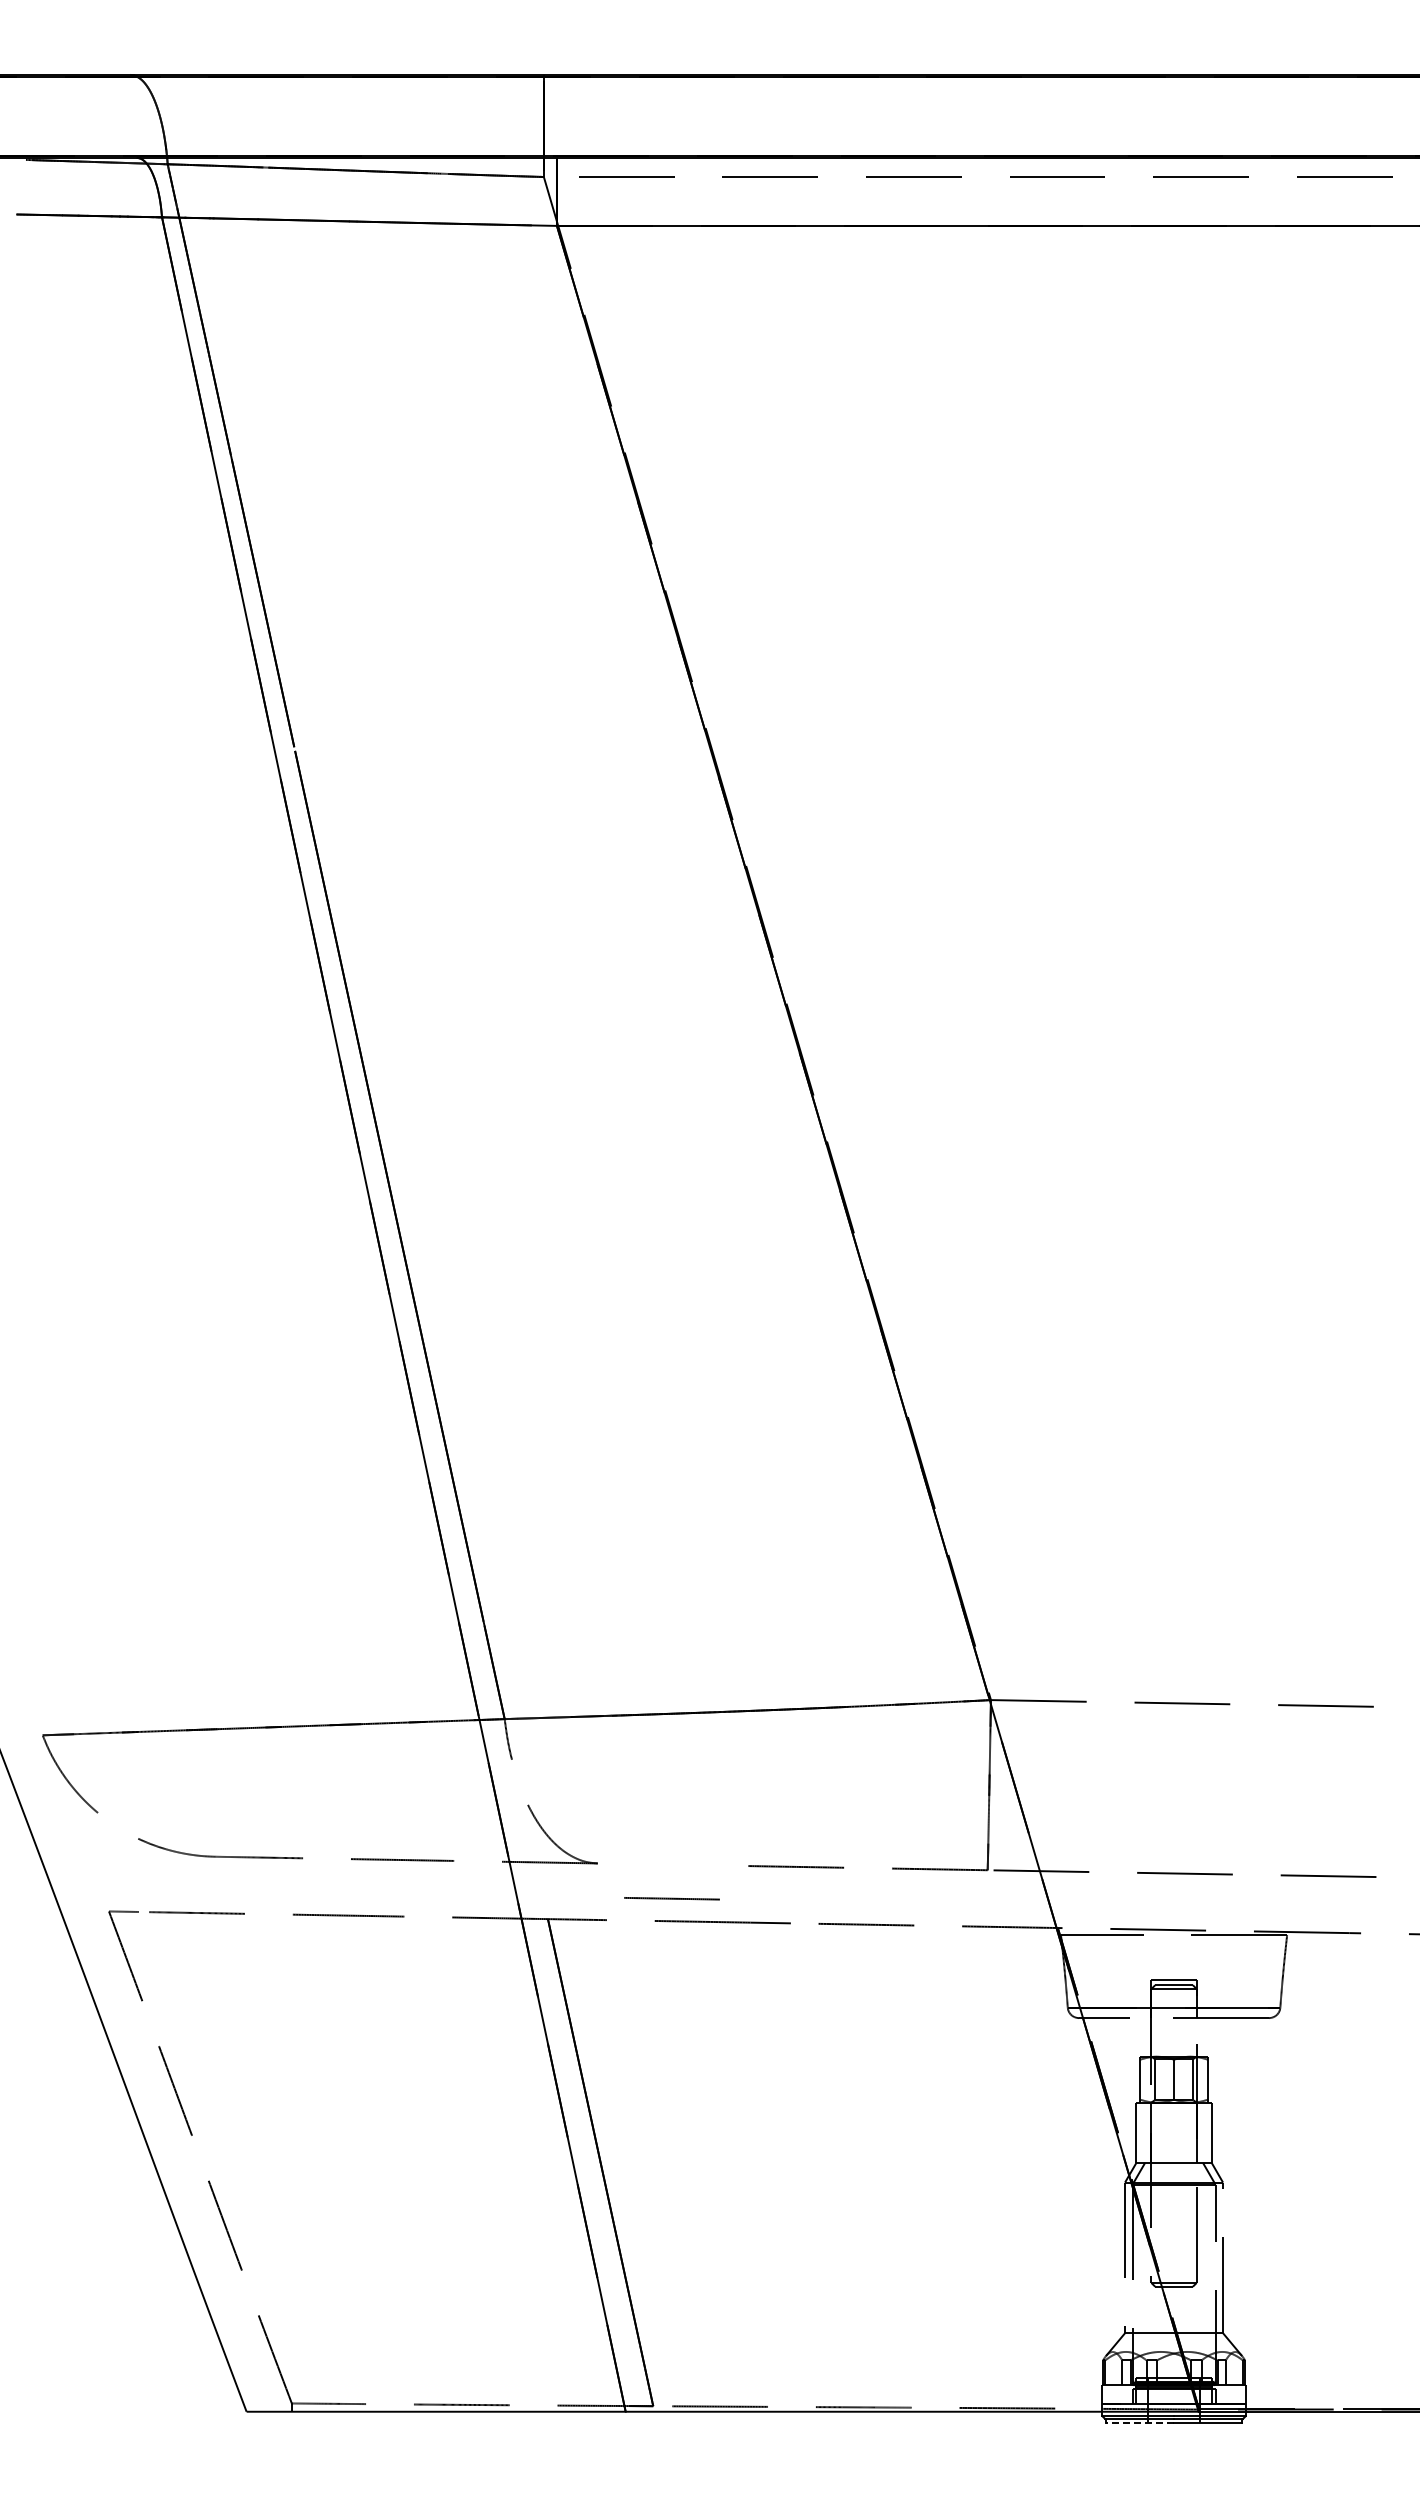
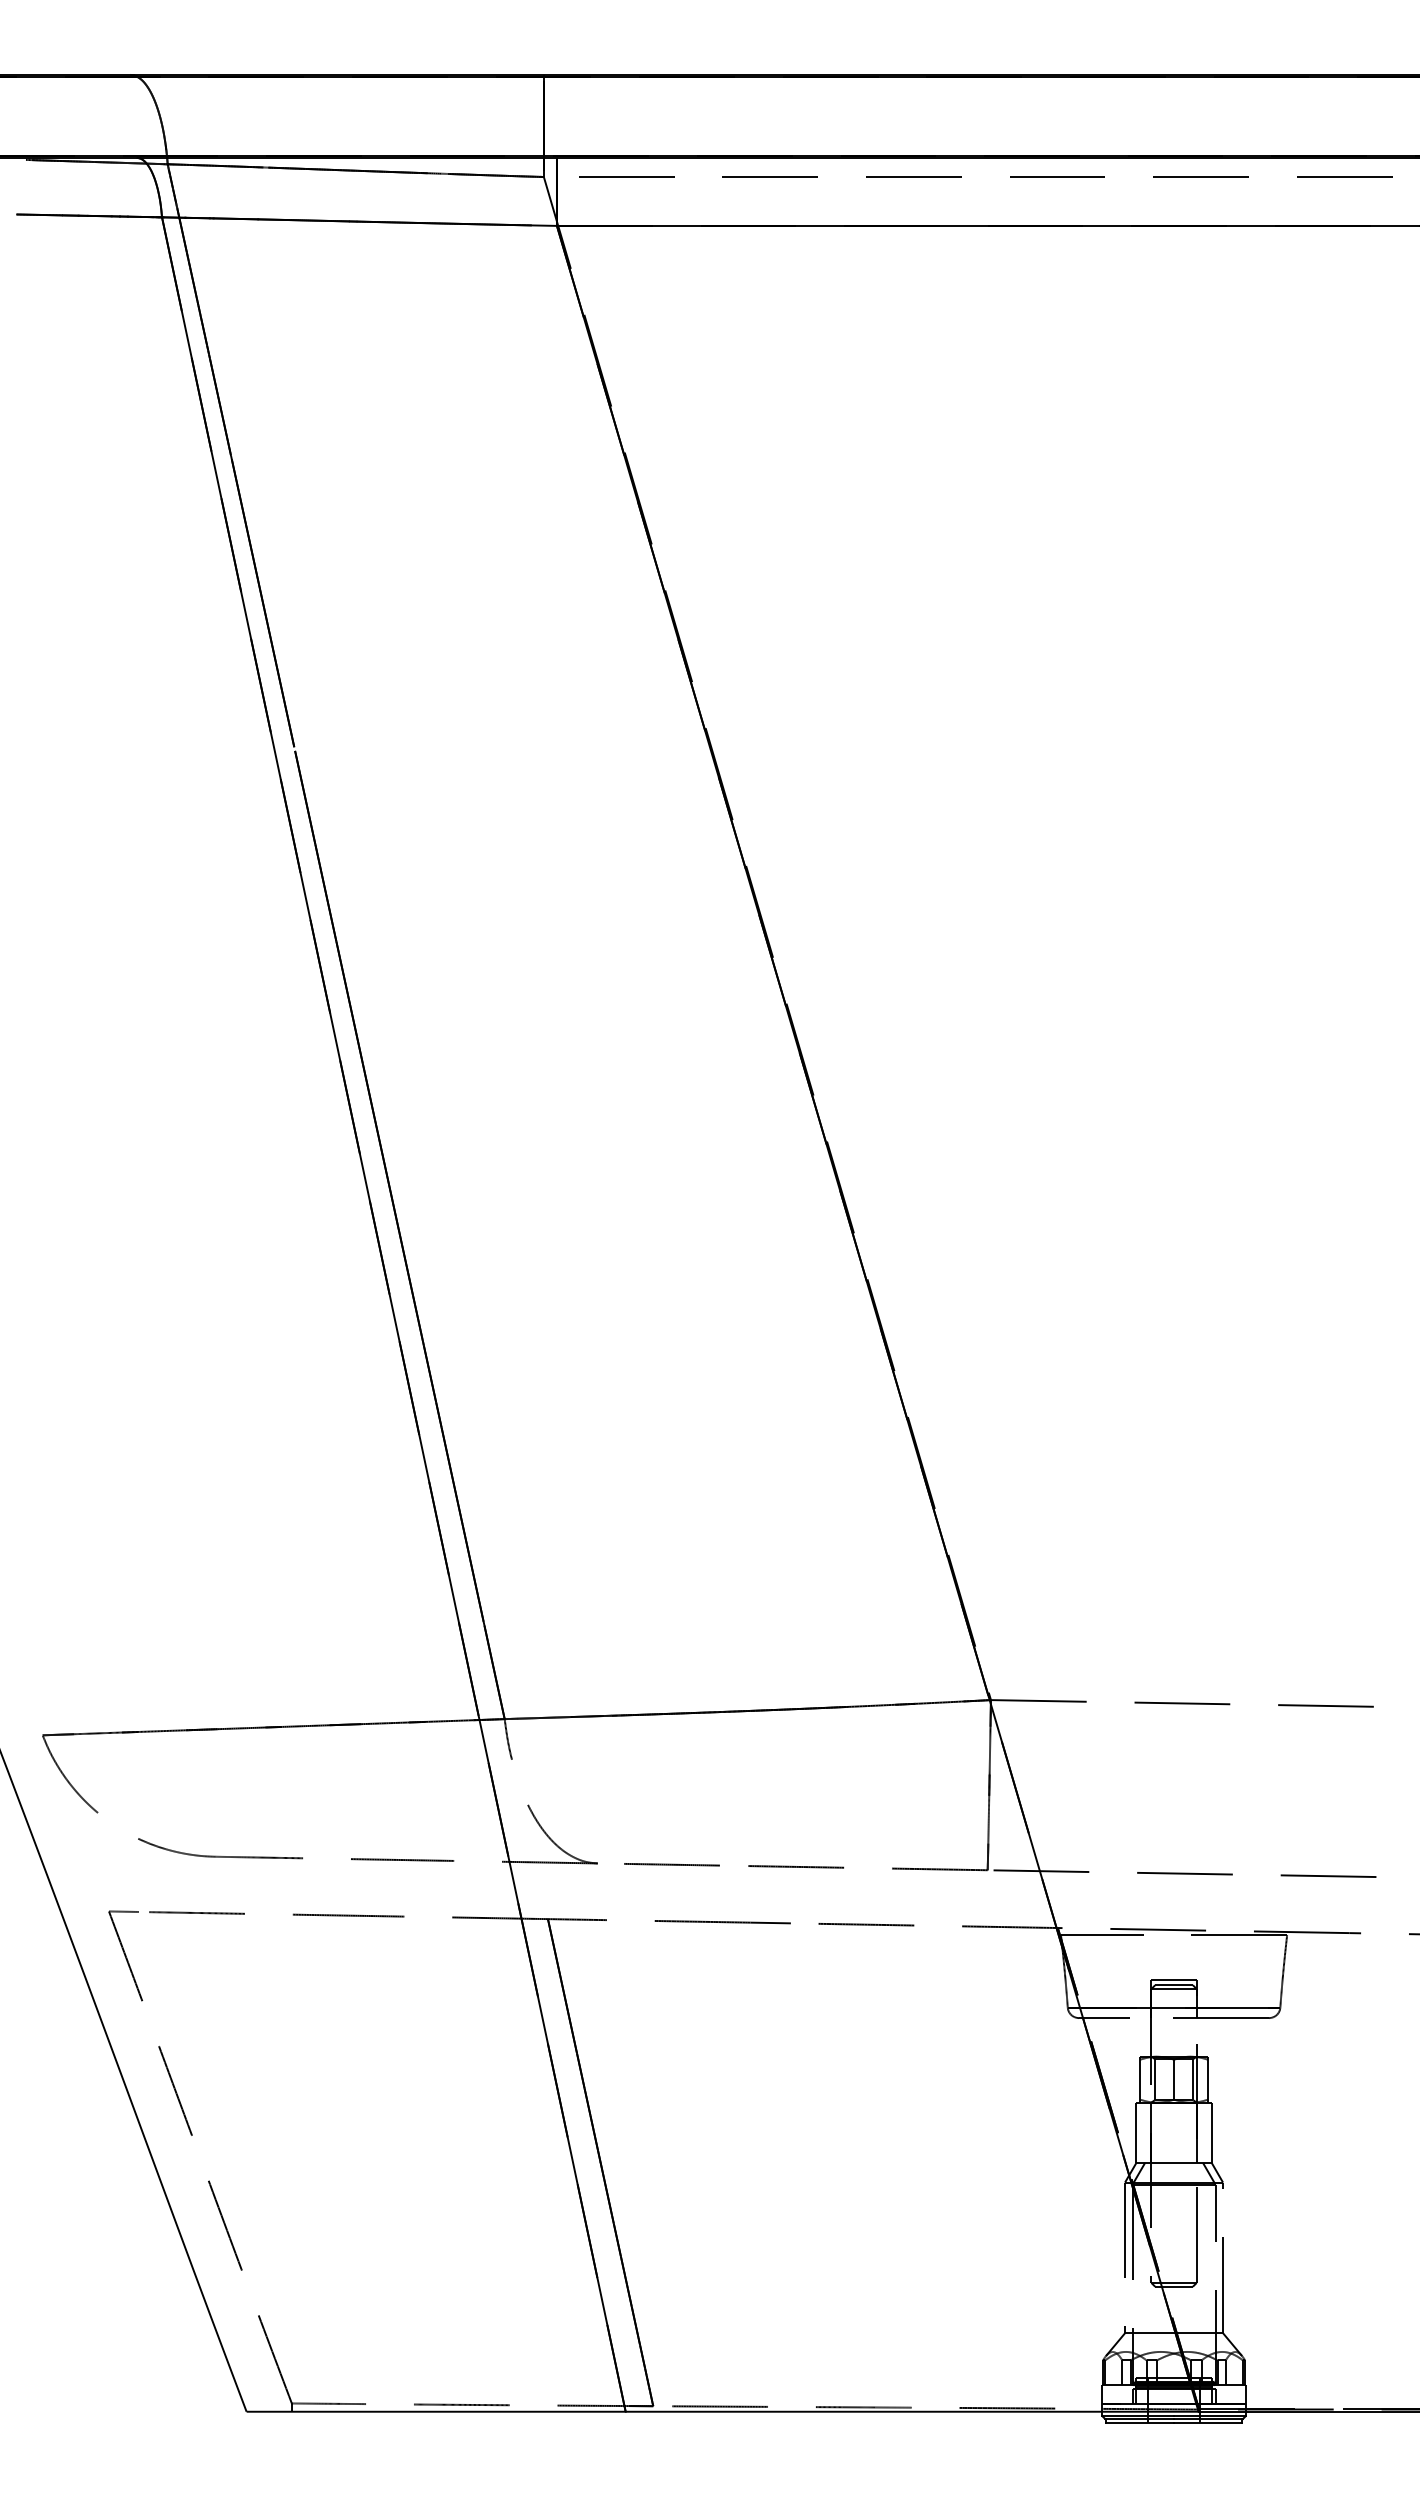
line at (671, 1898) position: (671, 1898) -> (671, 1864)
line at (1140, 2423): dashed -> solid
